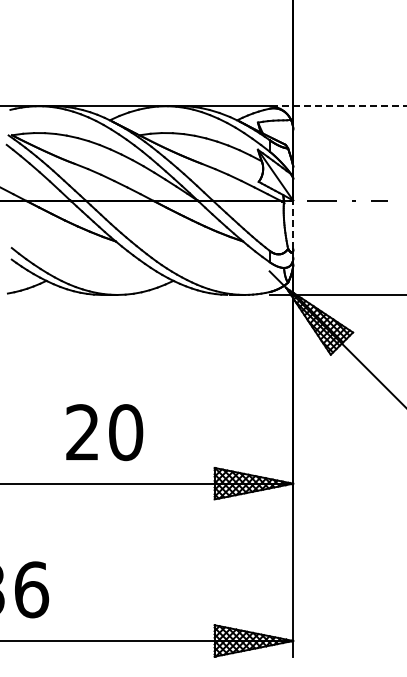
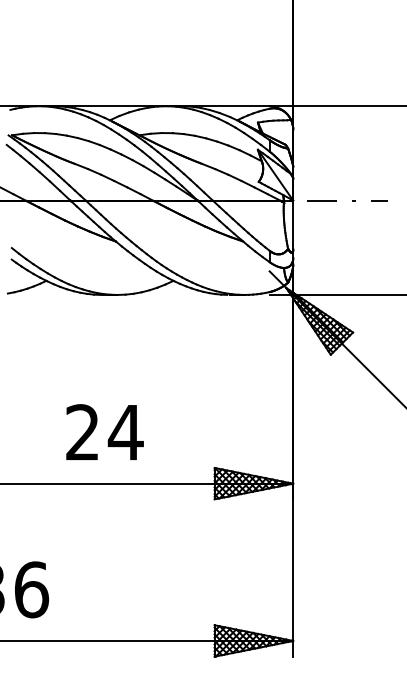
line at (337, 106): dashed -> solid
line at (293, 224): dashed -> solid
text at (125, 432): 20 -> 24
